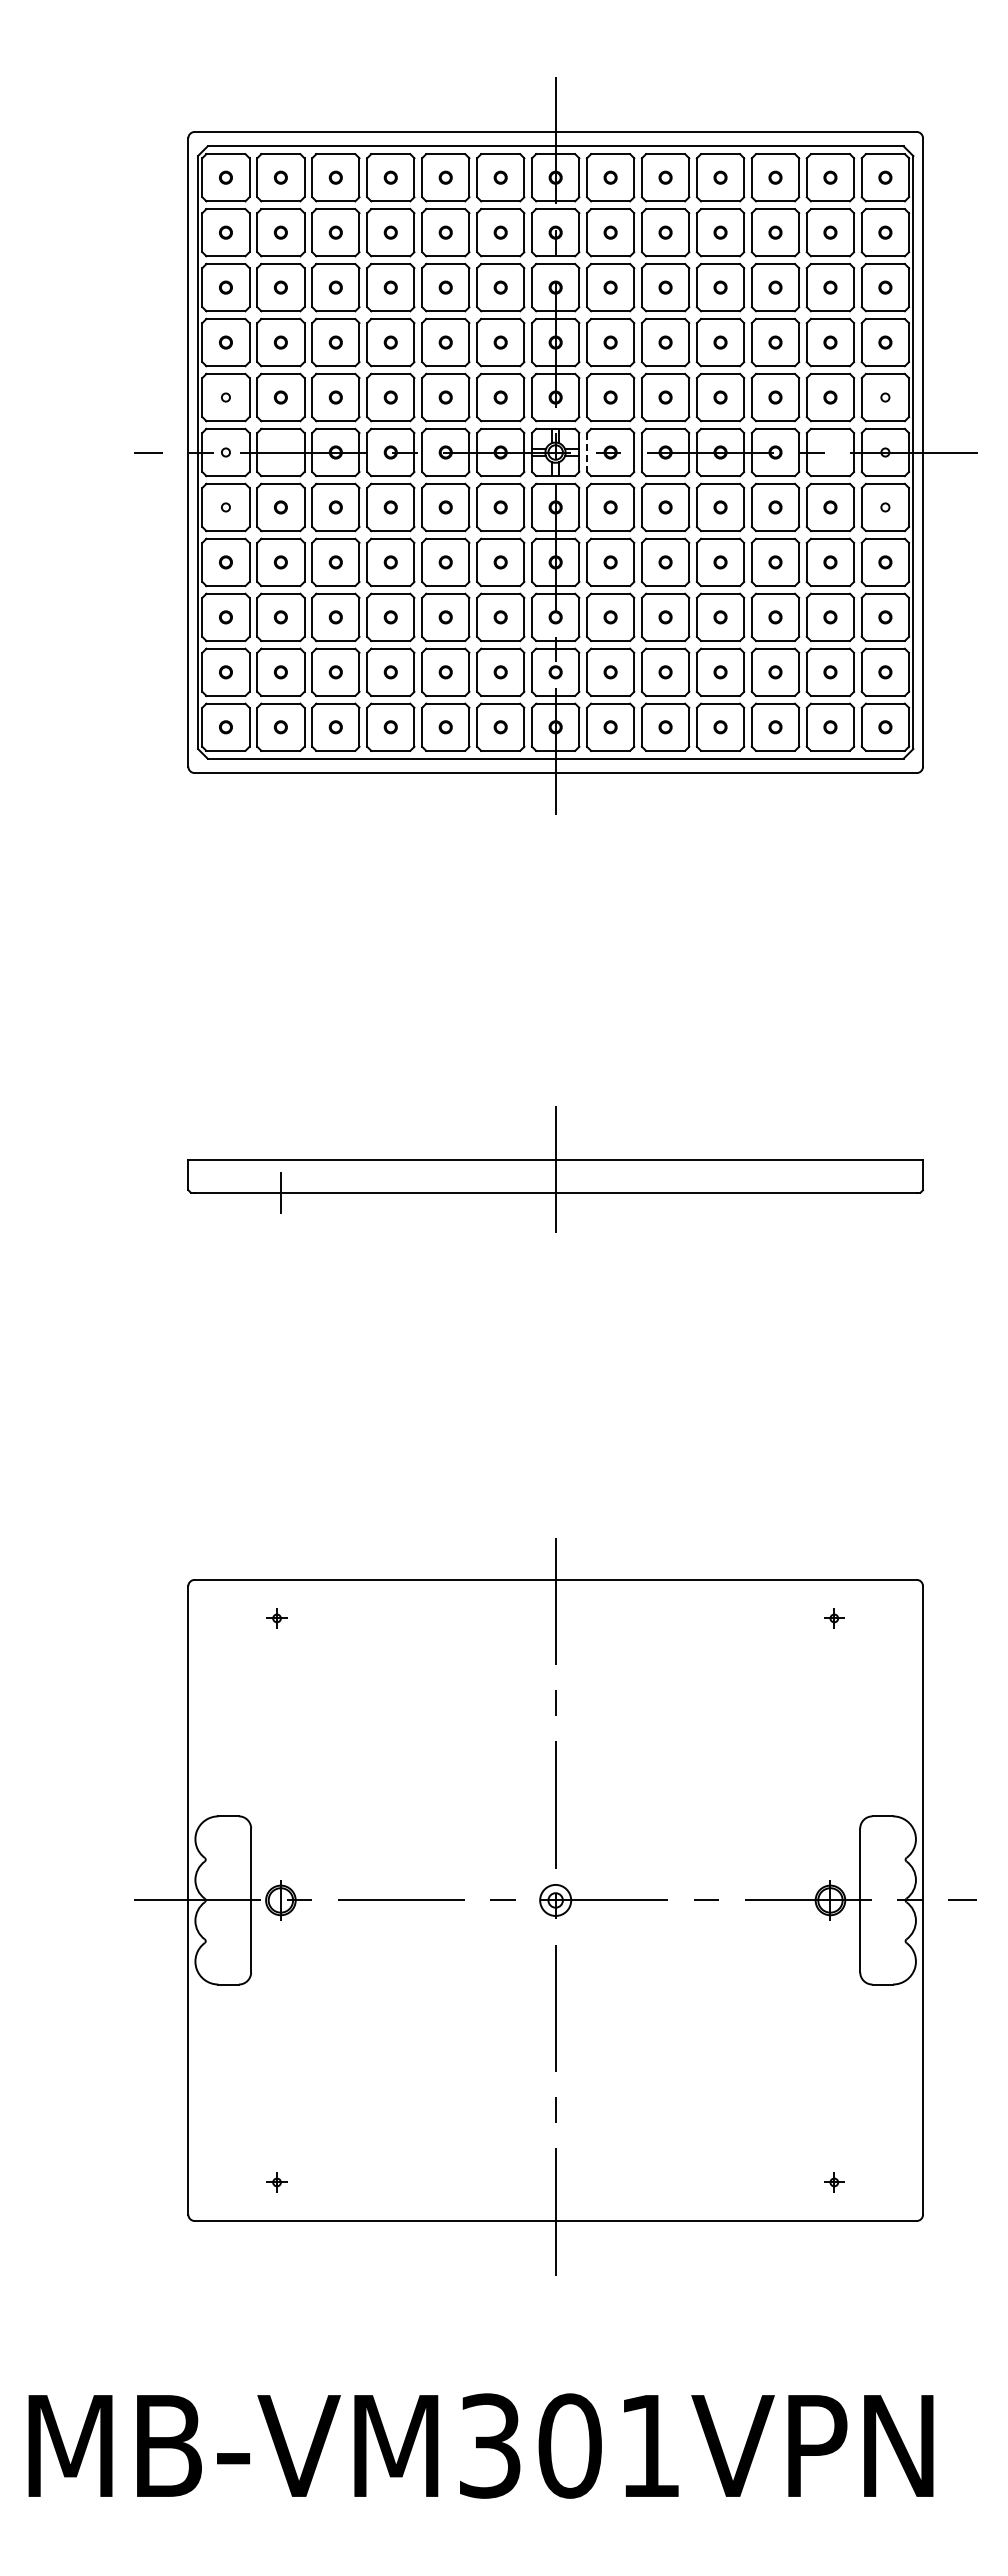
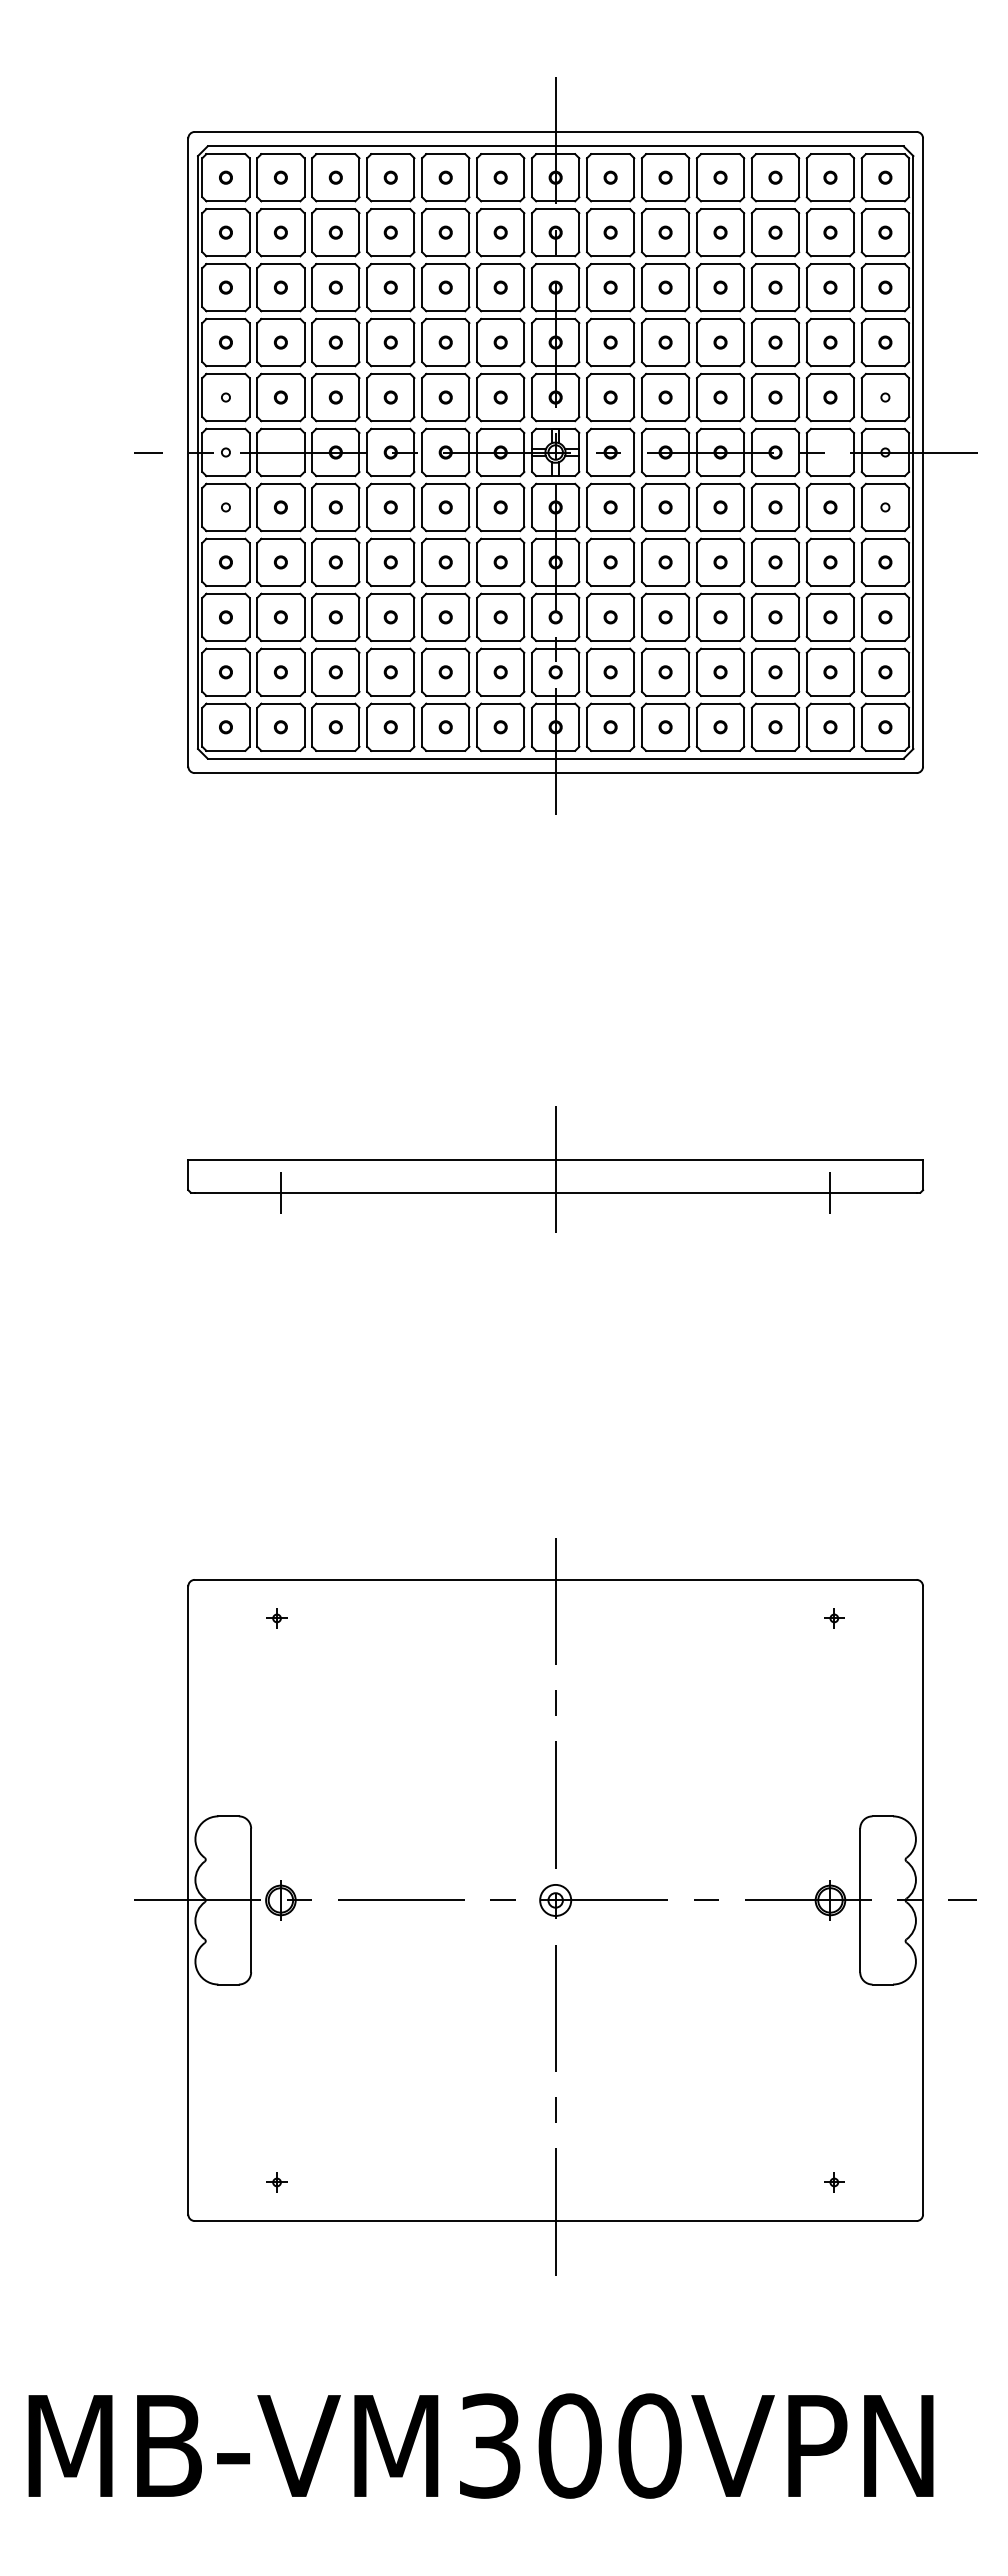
line at (587, 453): dashed -> solid
line at (830, 1192): none -> present
text at (649, 2445): MB-VM301VPN -> MB-VM300VPN
